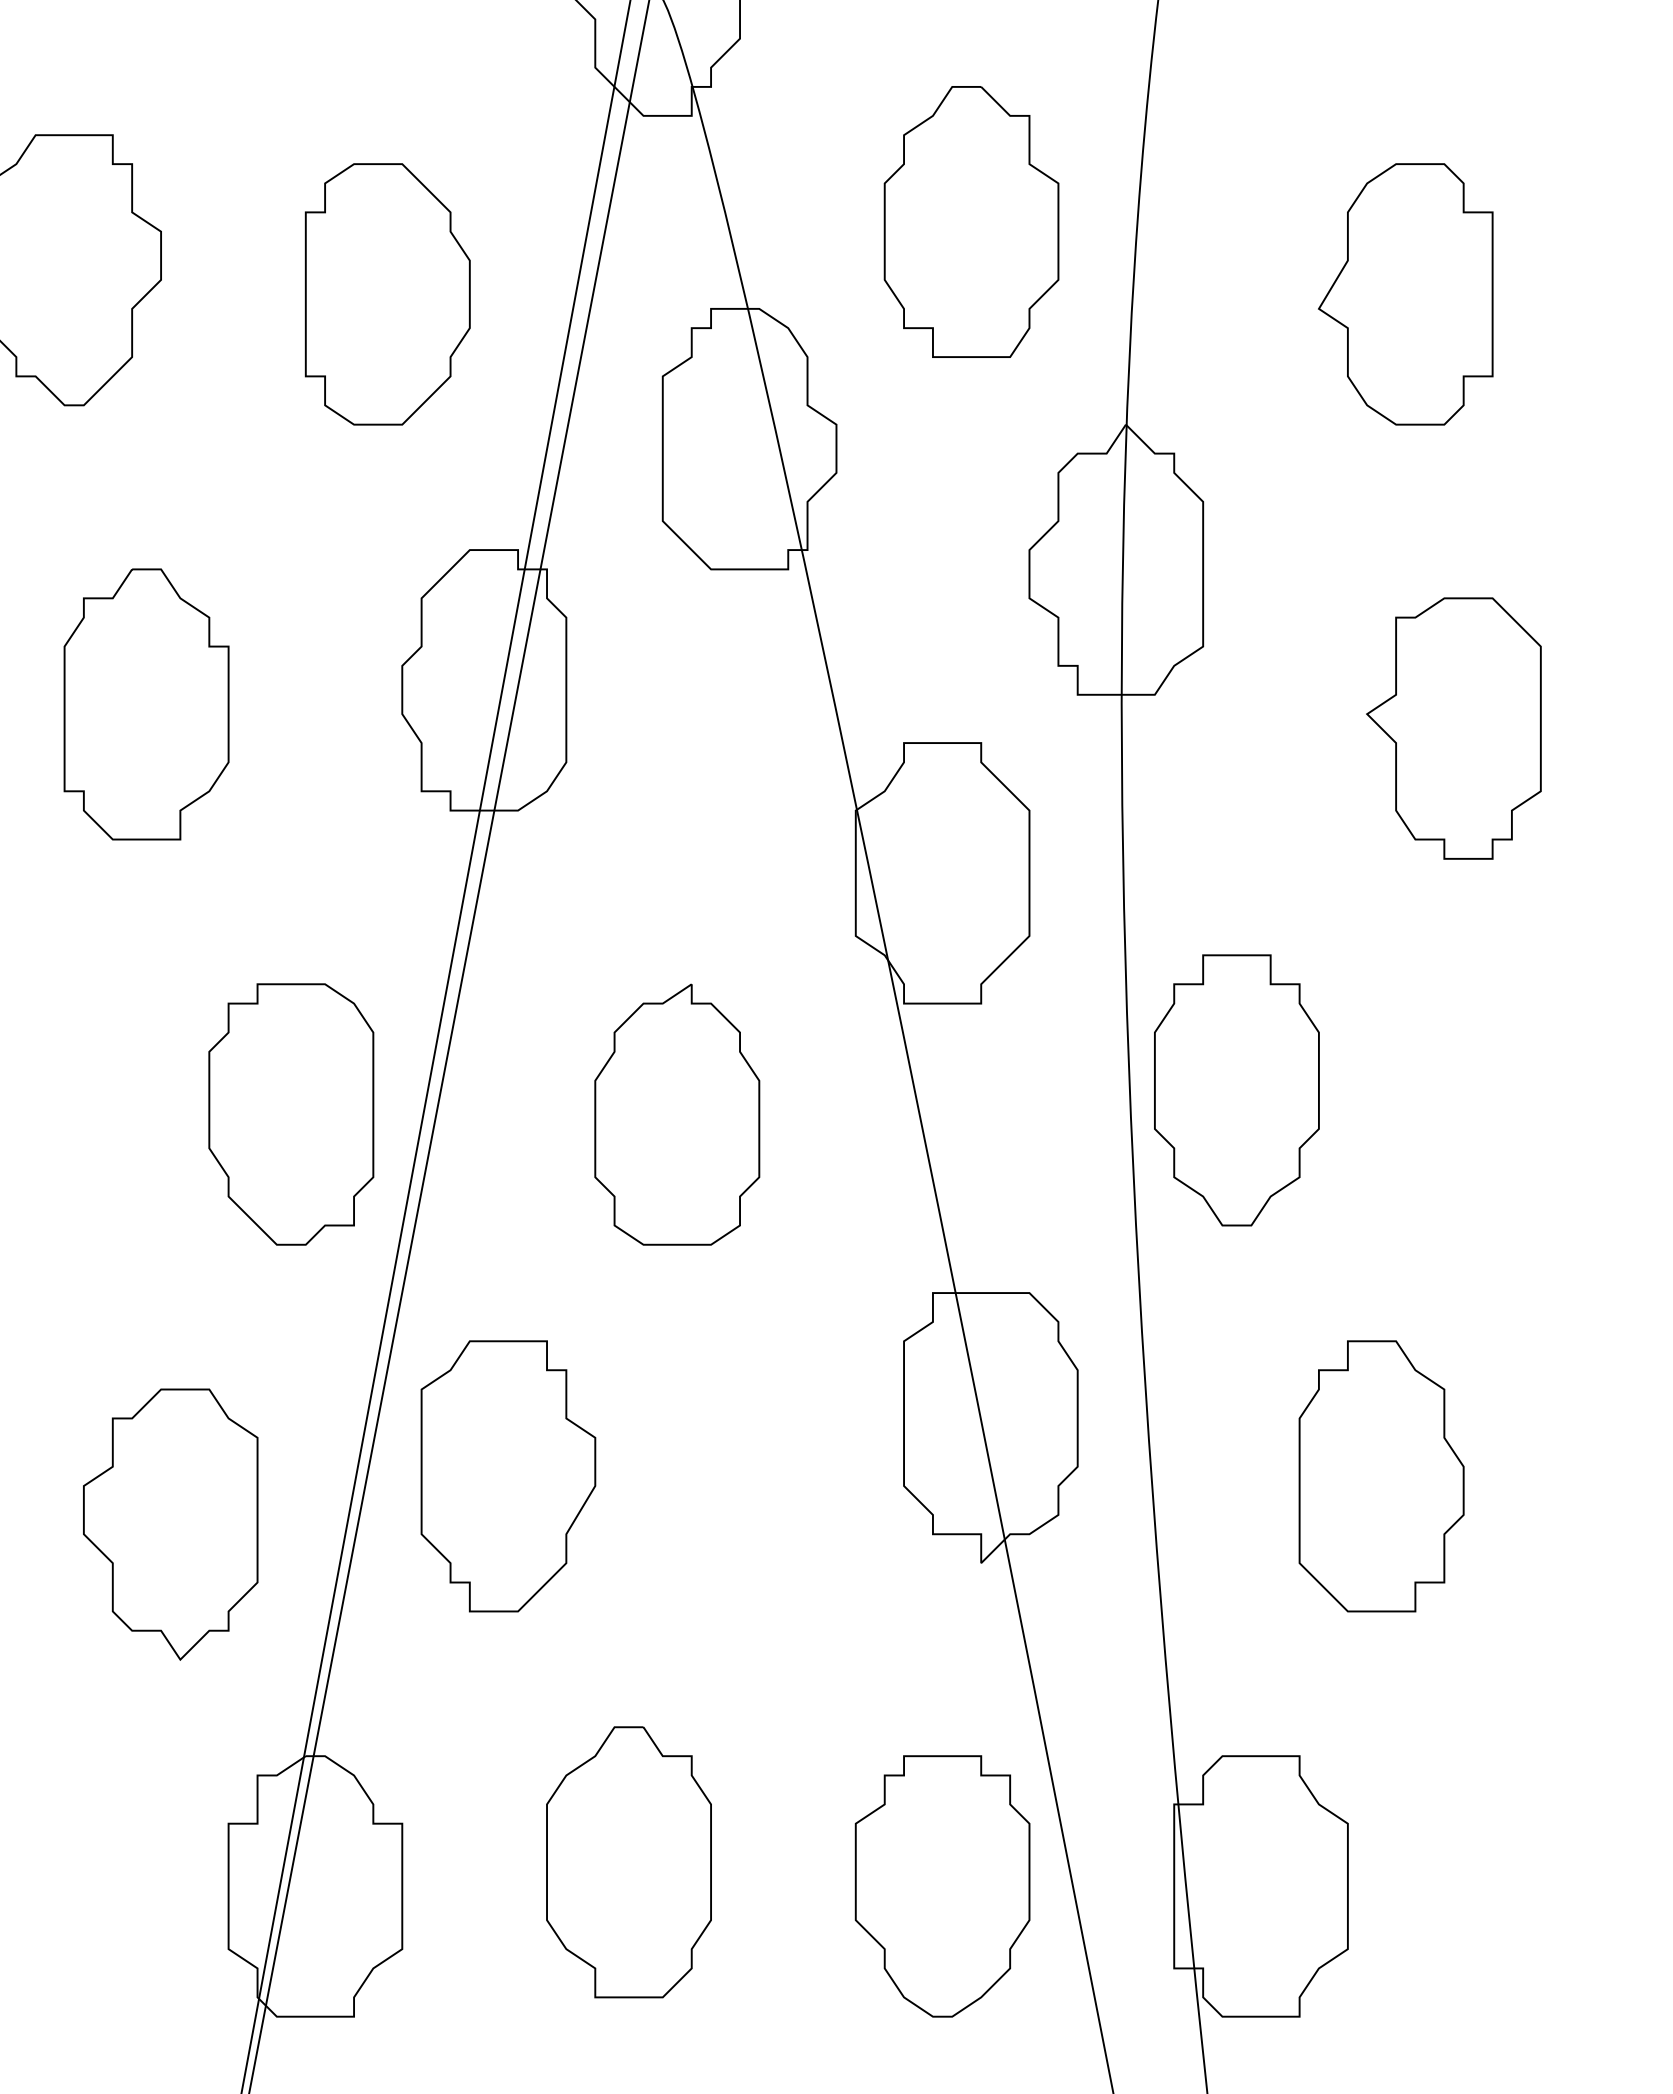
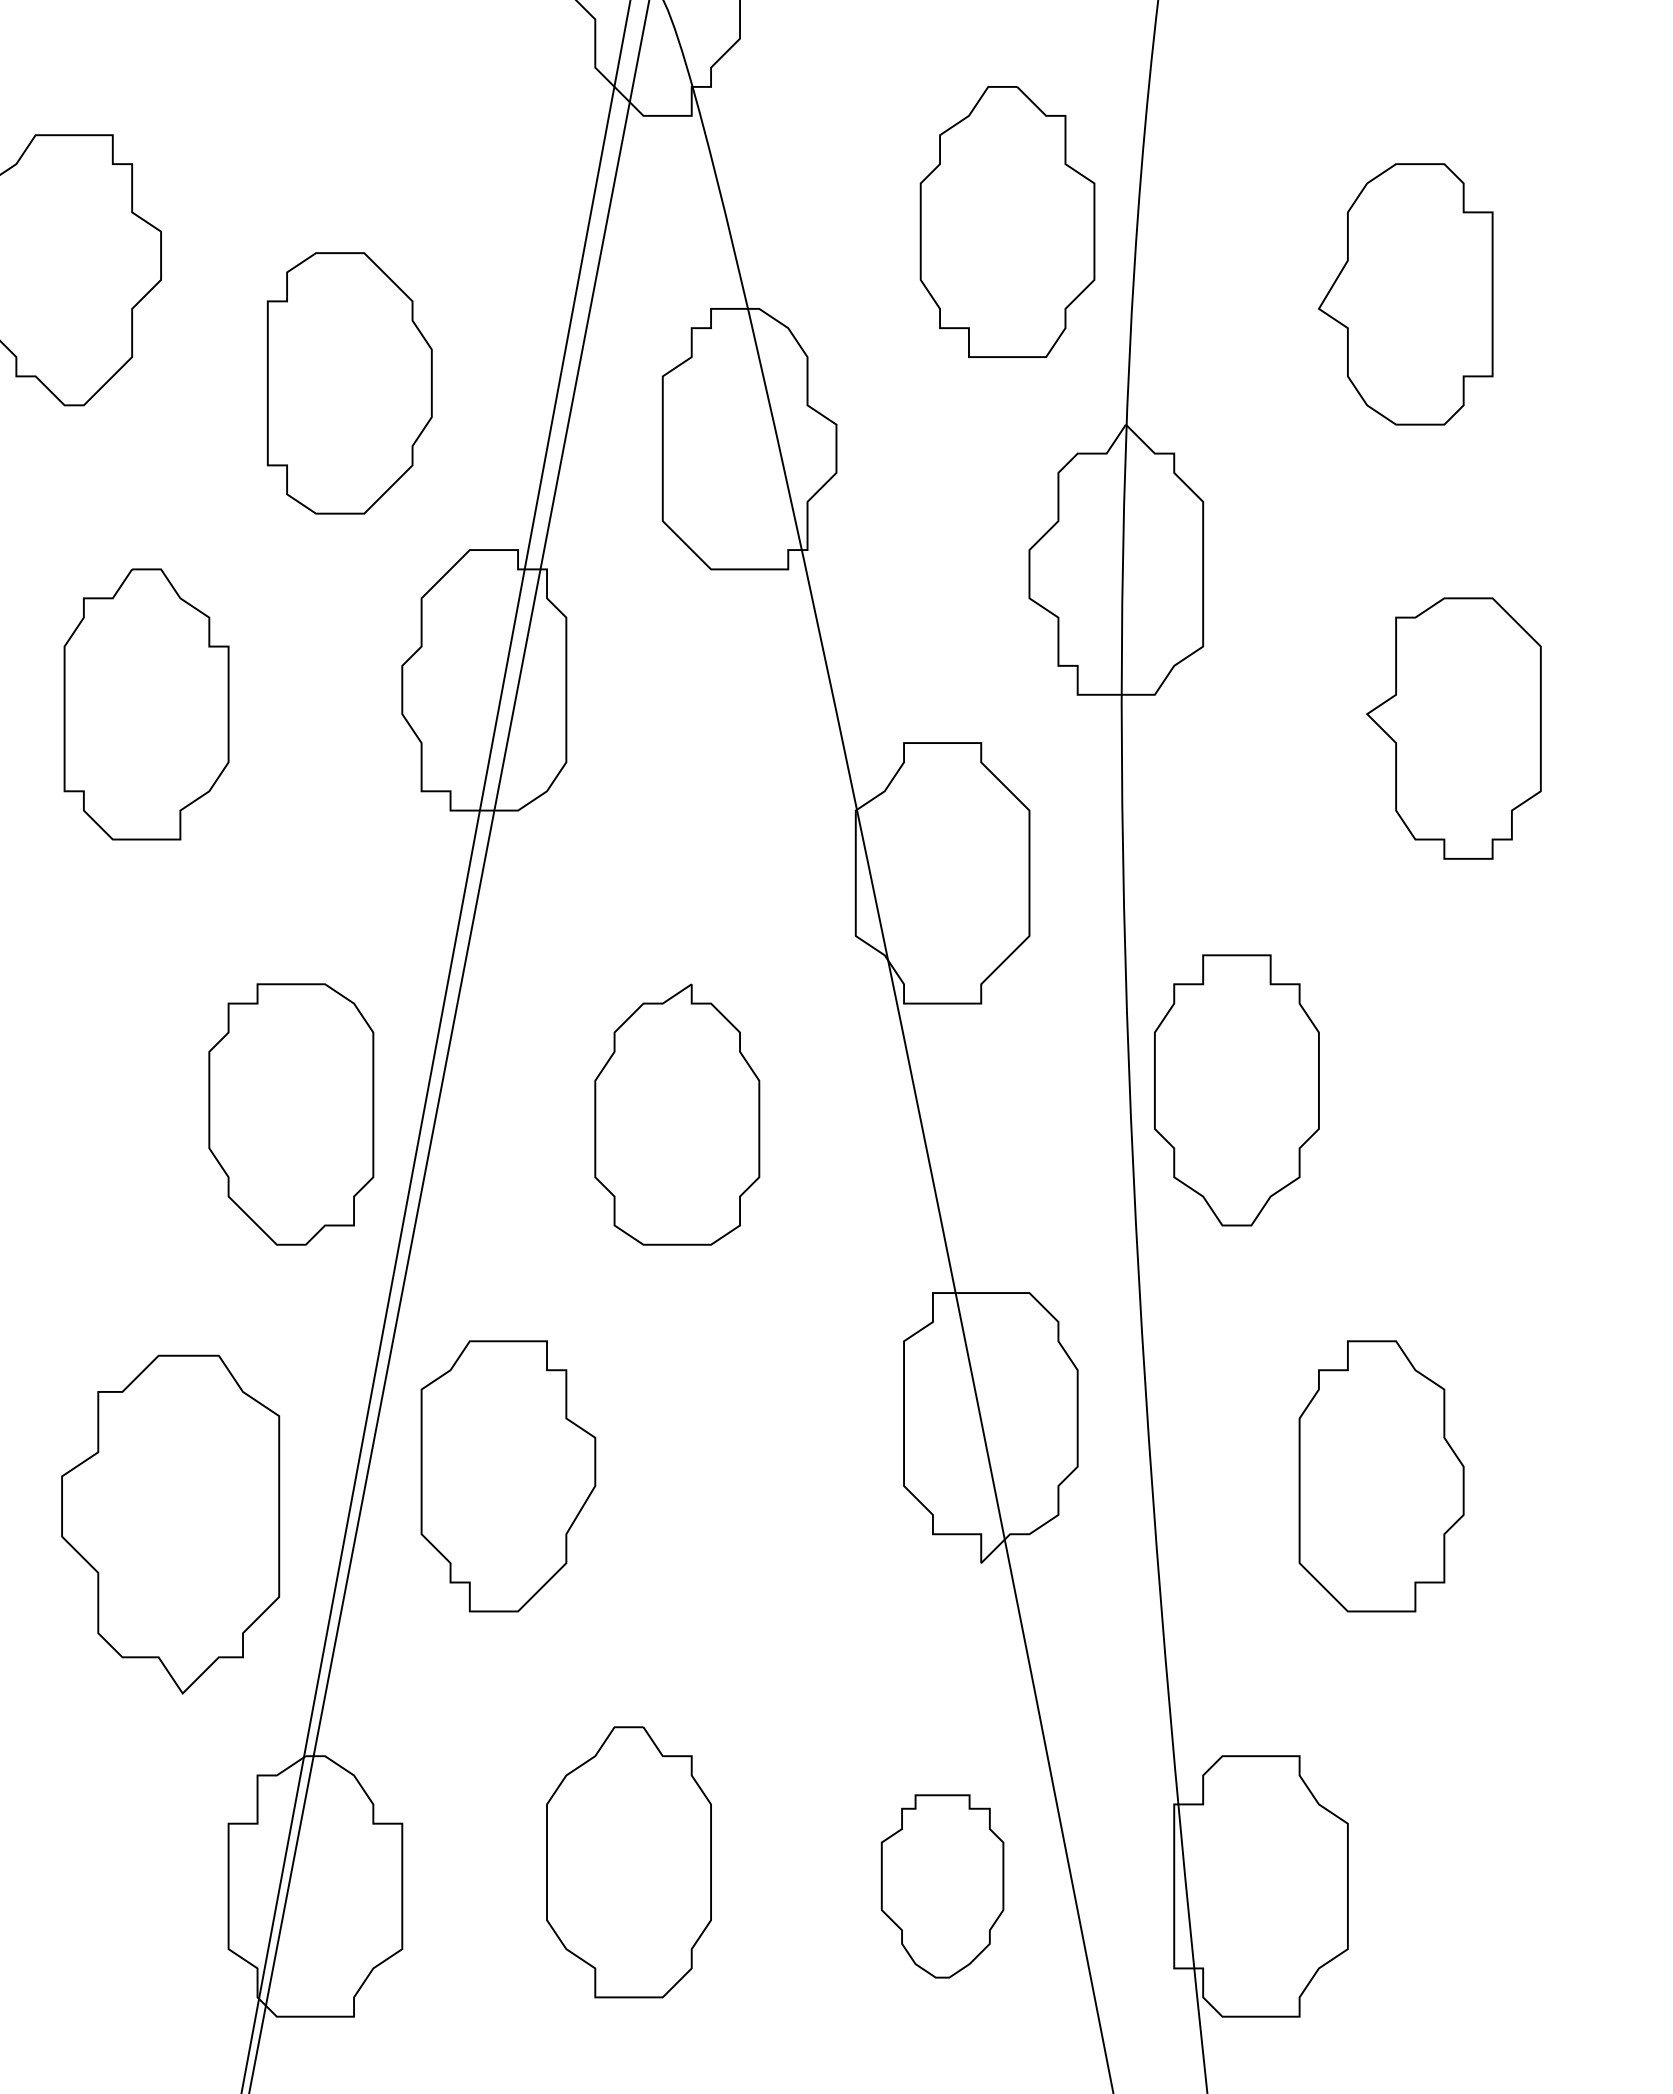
part at (971, 221) position: (971, 221) -> (1007, 221)
part at (387, 294) position: (387, 294) -> (349, 383)
part at (170, 1524) size: 176x273 px -> 220x341 px
part at (942, 1886) size: 177x263 px -> 125x185 px
